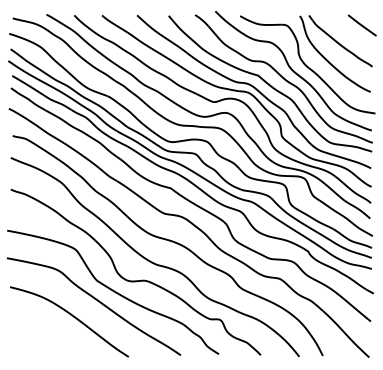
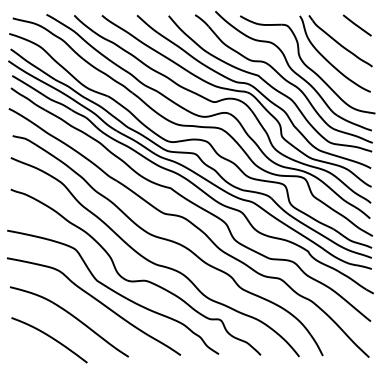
line at (361, 25) position: (361, 25) -> (356, 25)
curve at (51, 338): none -> present
